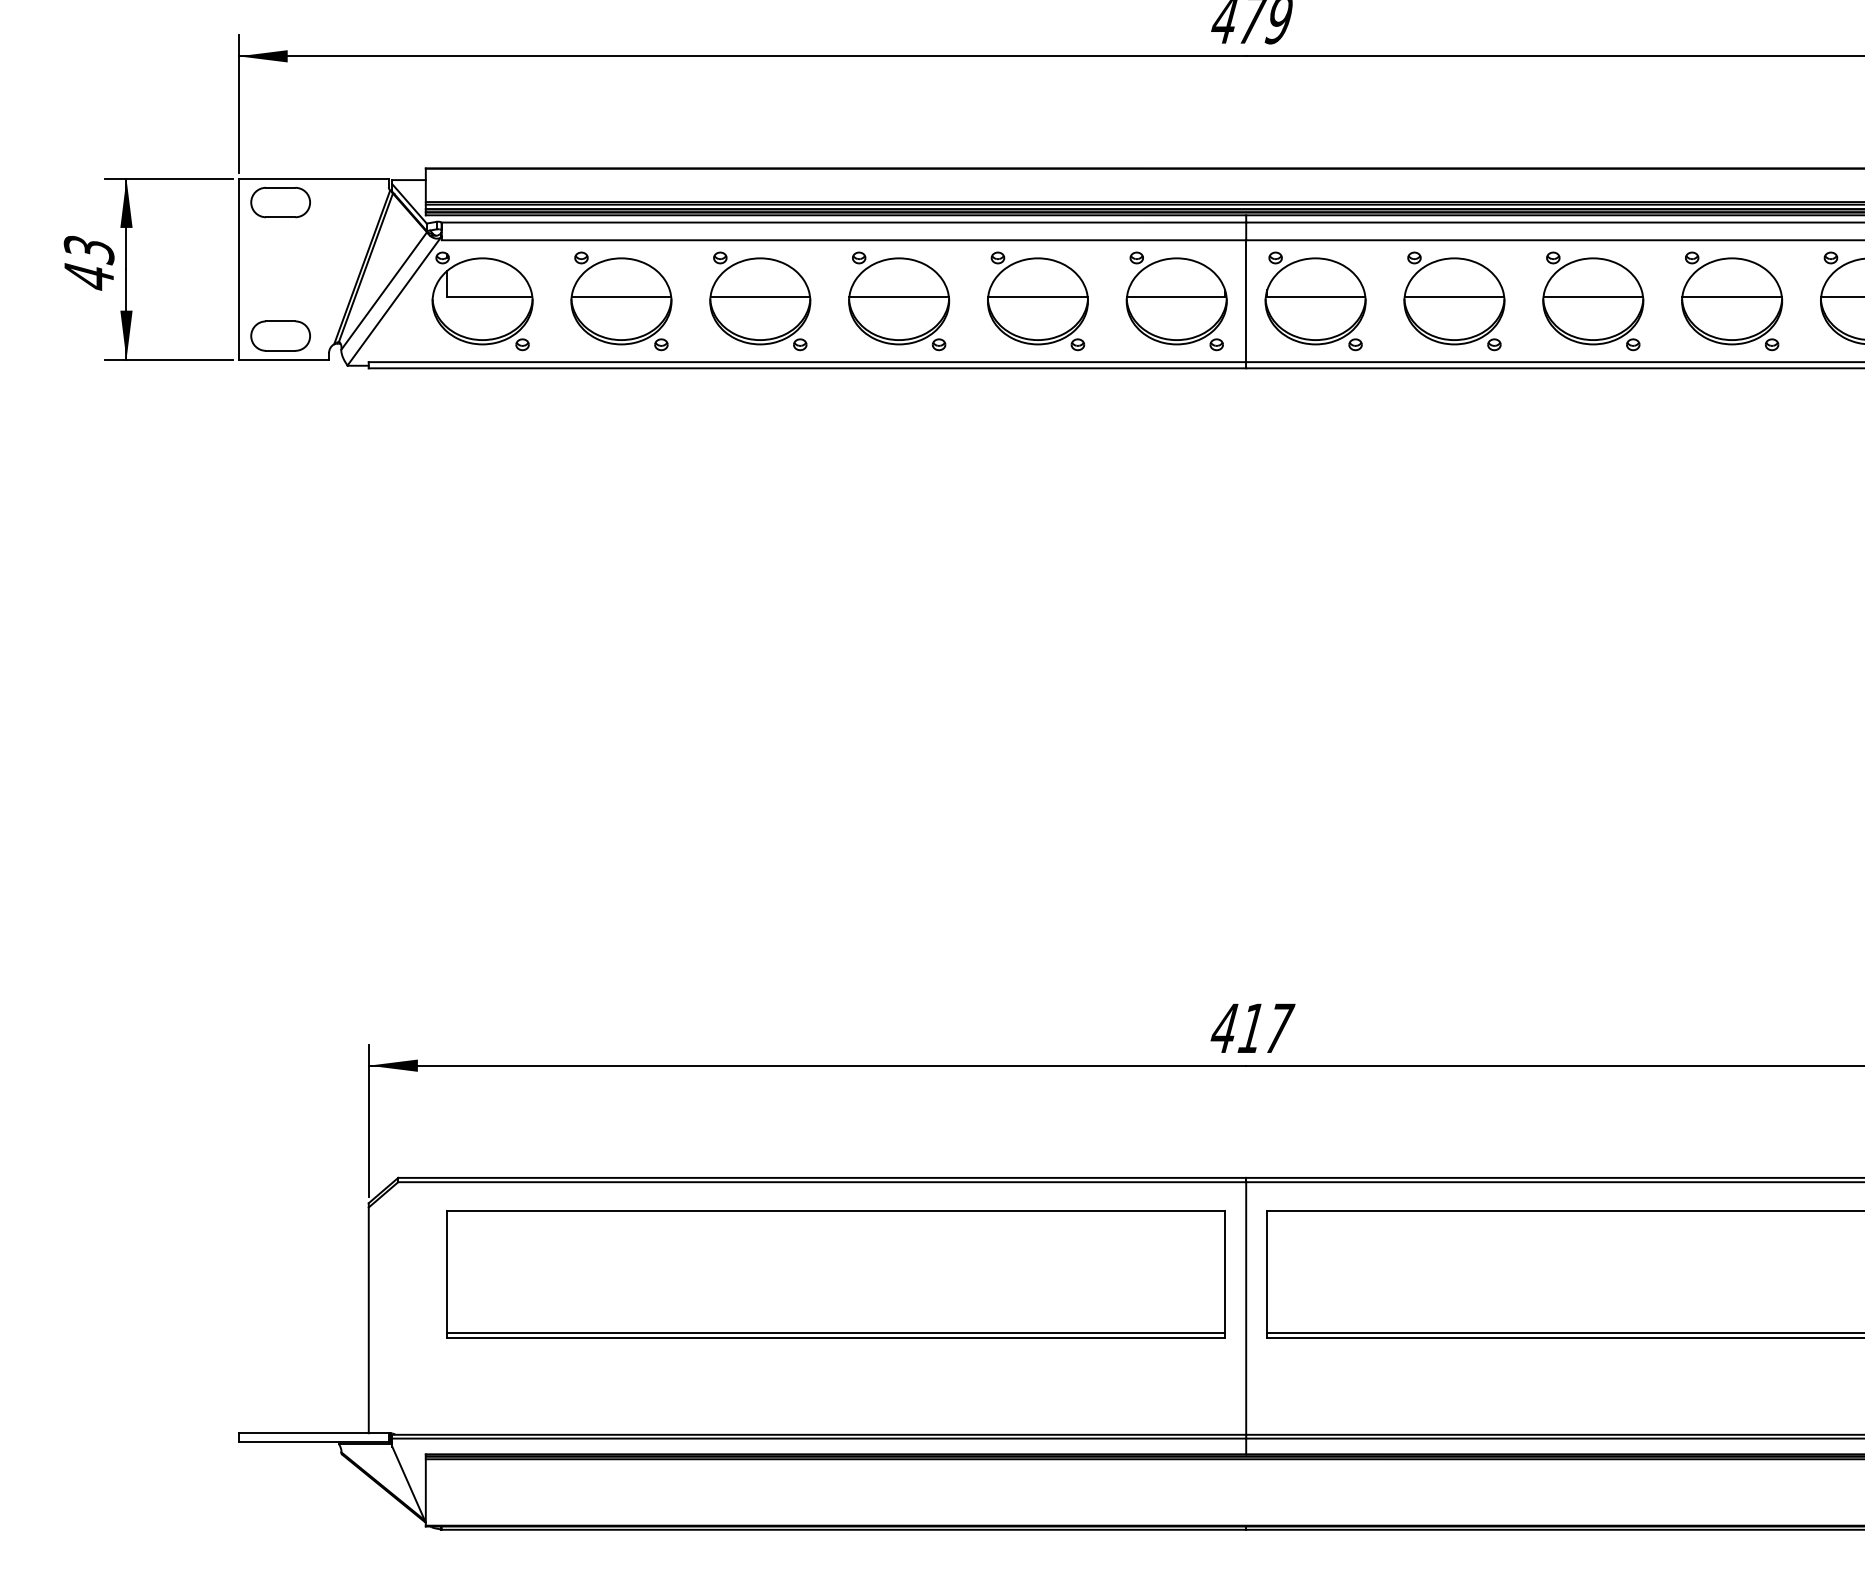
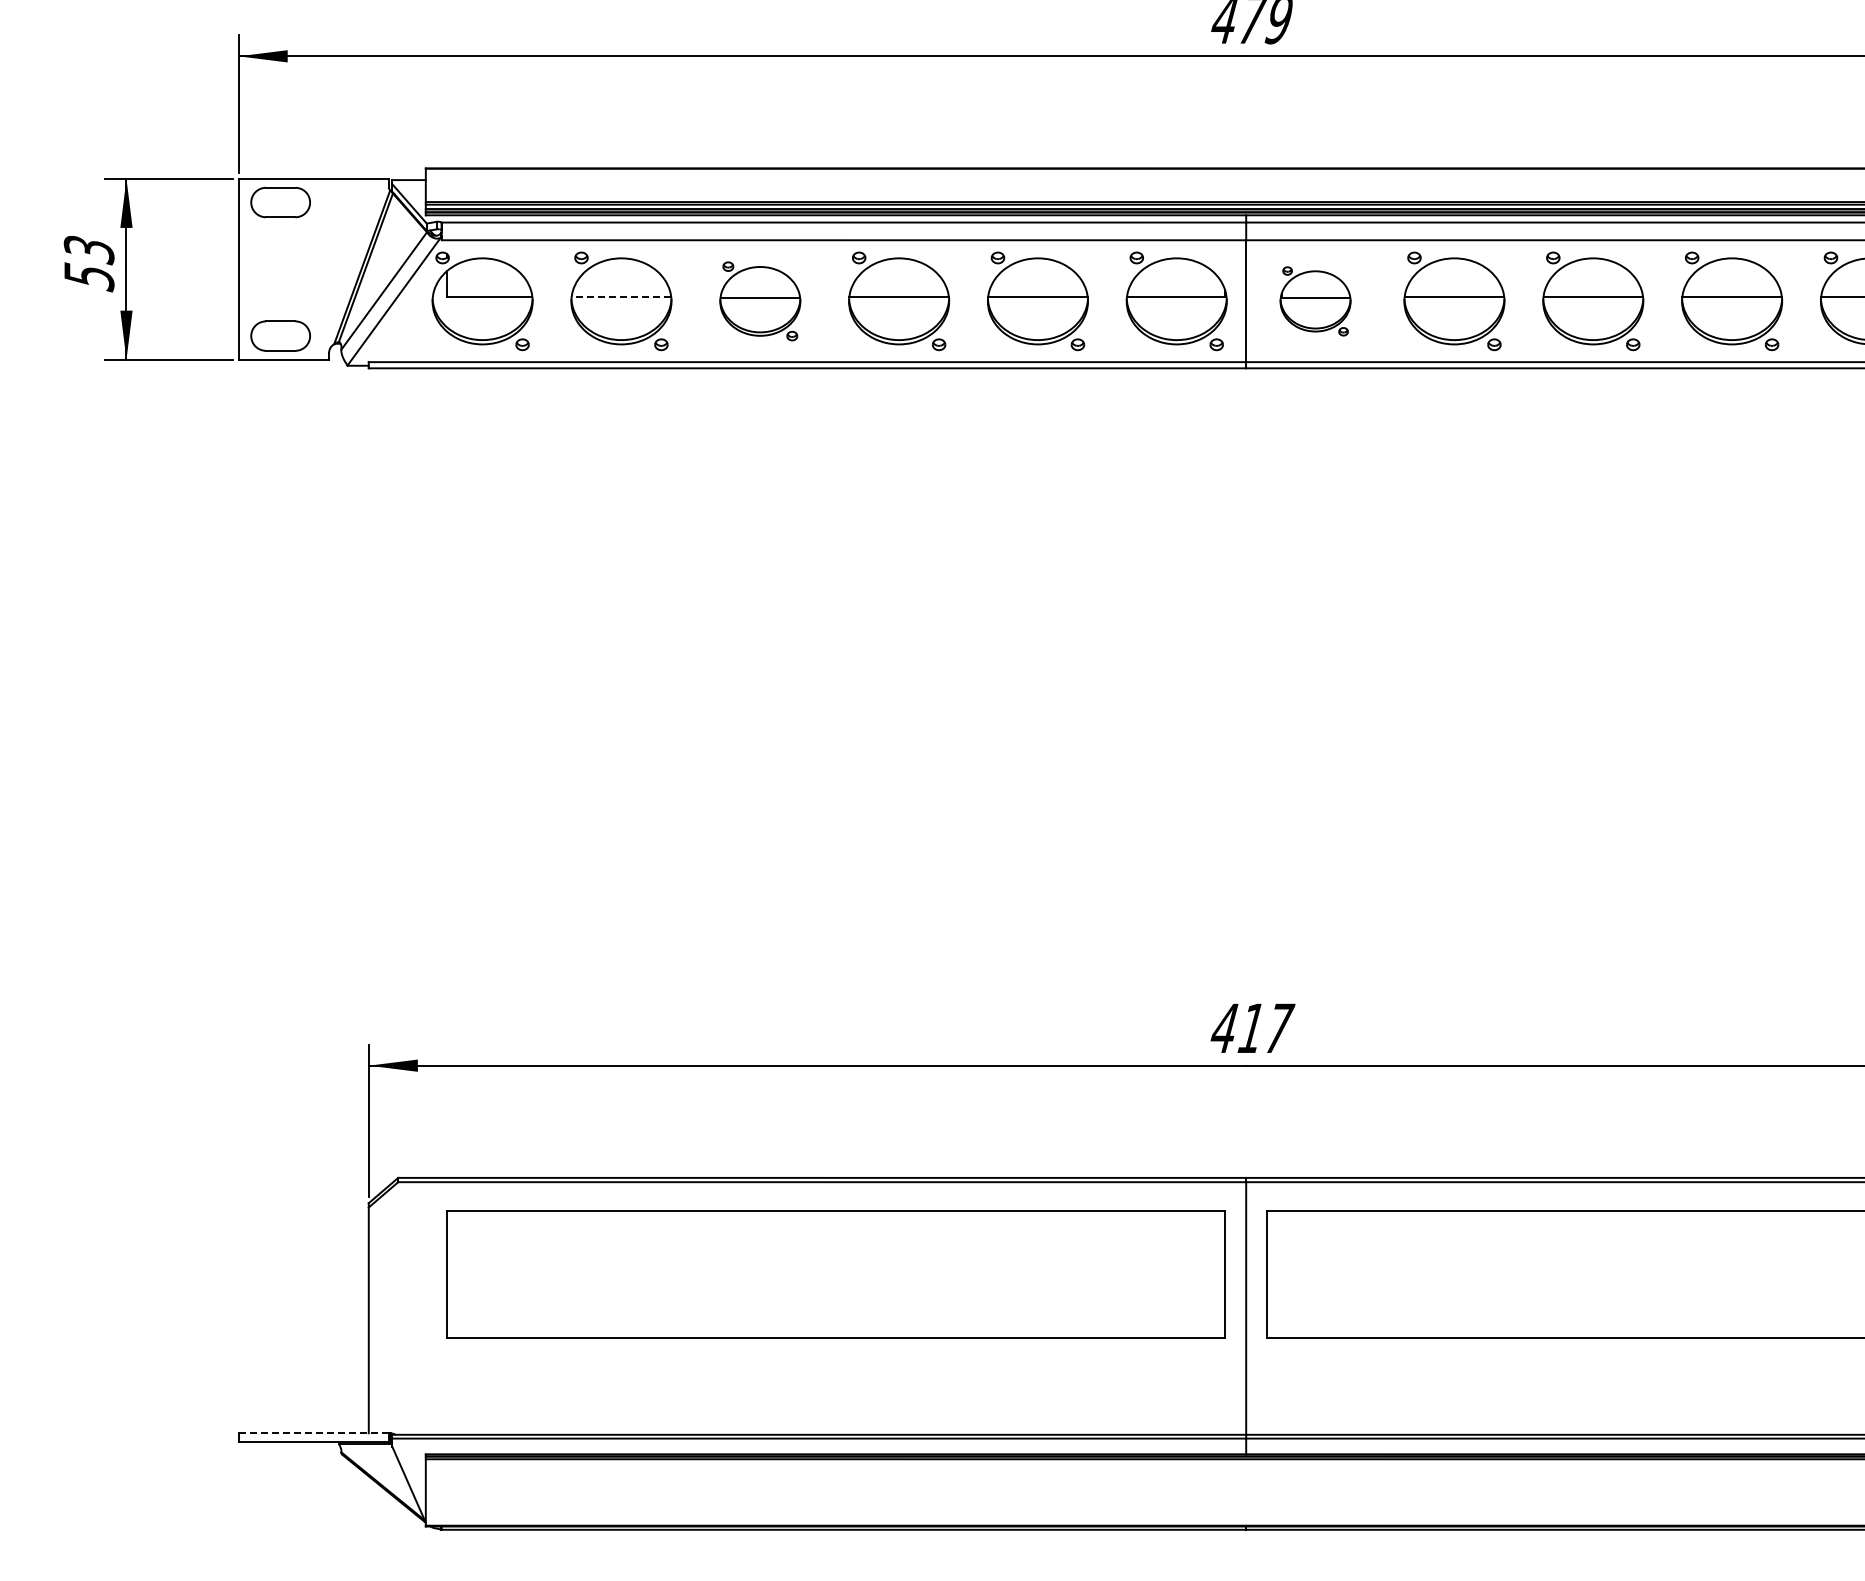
text at (89, 277): 43 -> 53
line at (621, 296): solid -> dashed
part at (760, 301) size: 103x101 px -> 83x81 px
part at (1315, 301) size: 103x101 px -> 73x71 px
line at (835, 1333): present -> none
line at (1564, 1333): present -> none
line at (313, 1433): solid -> dashed
